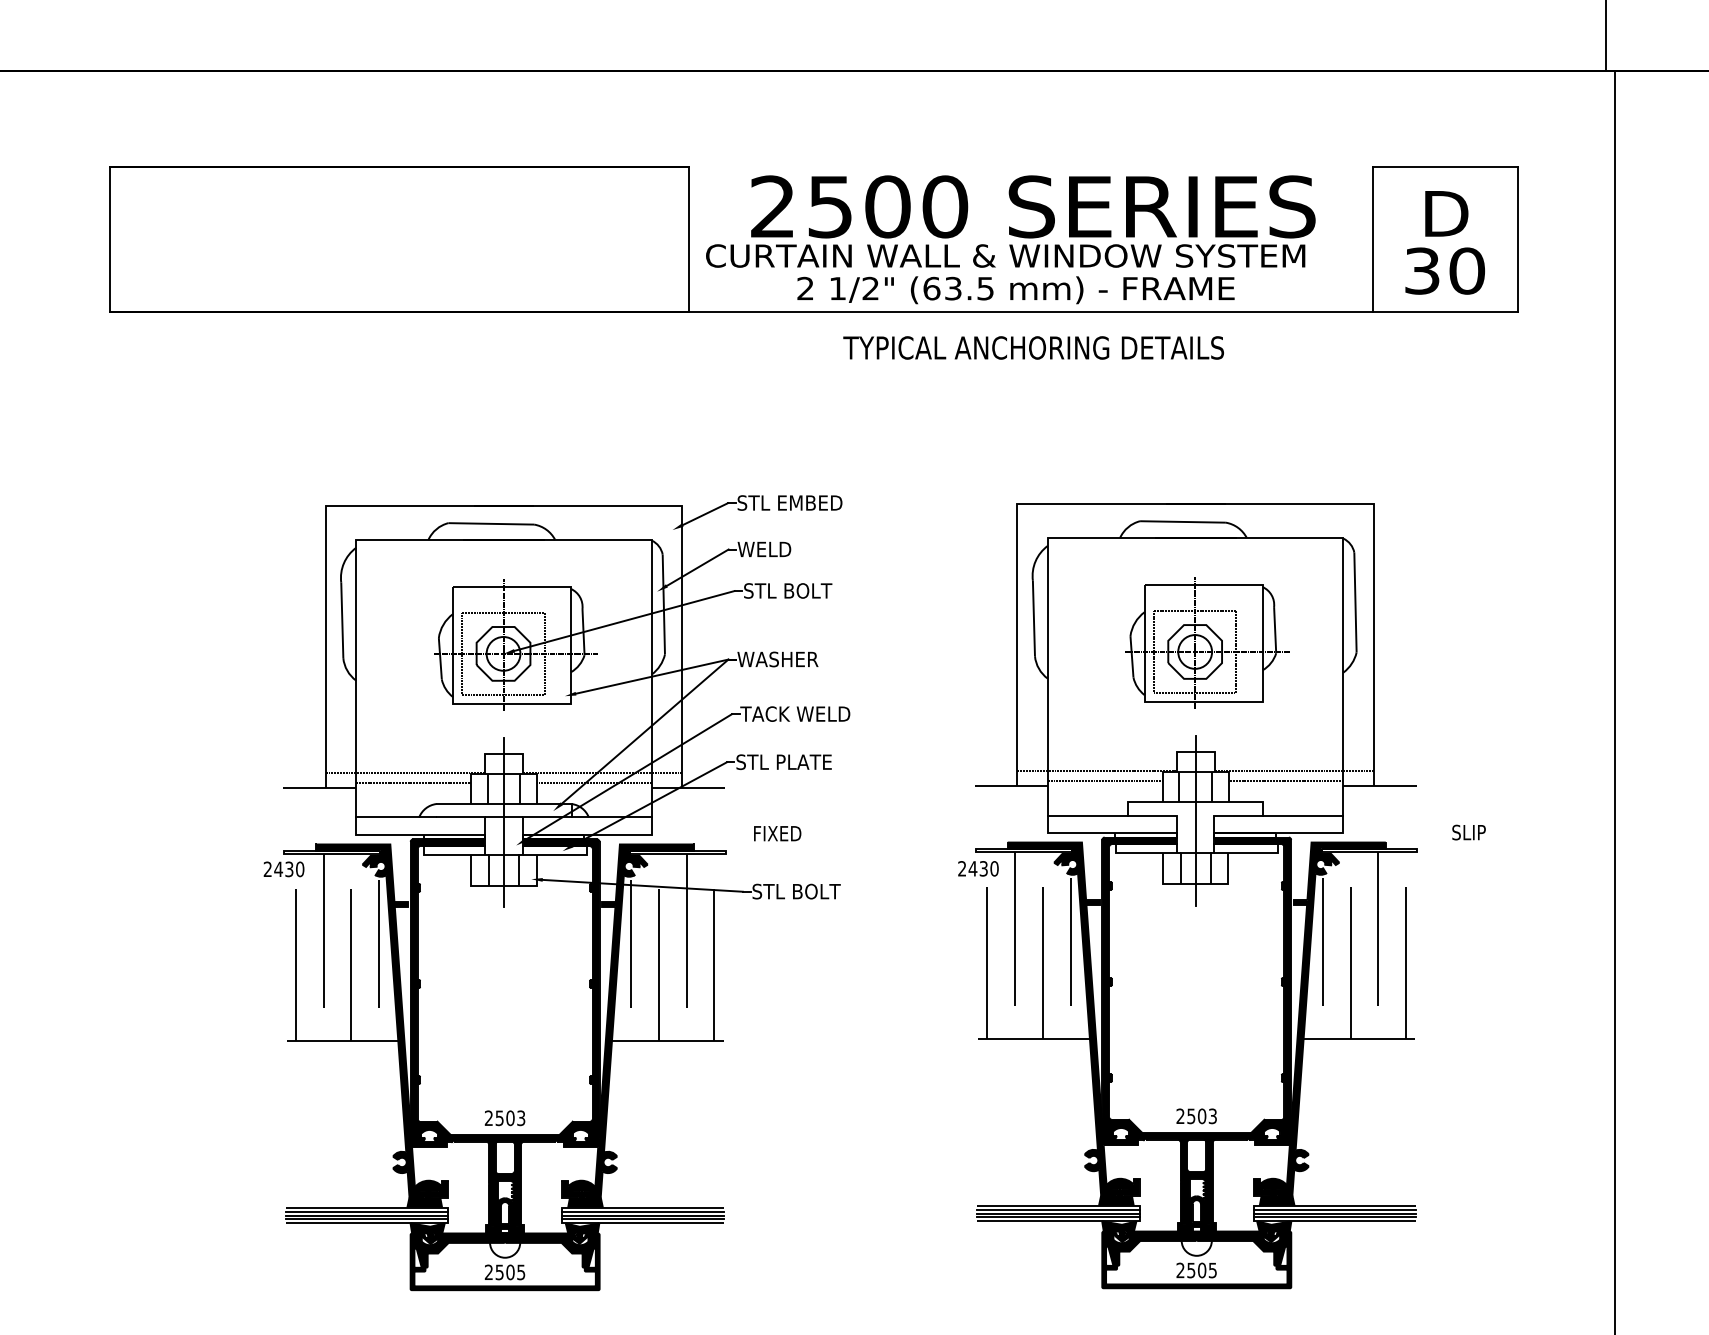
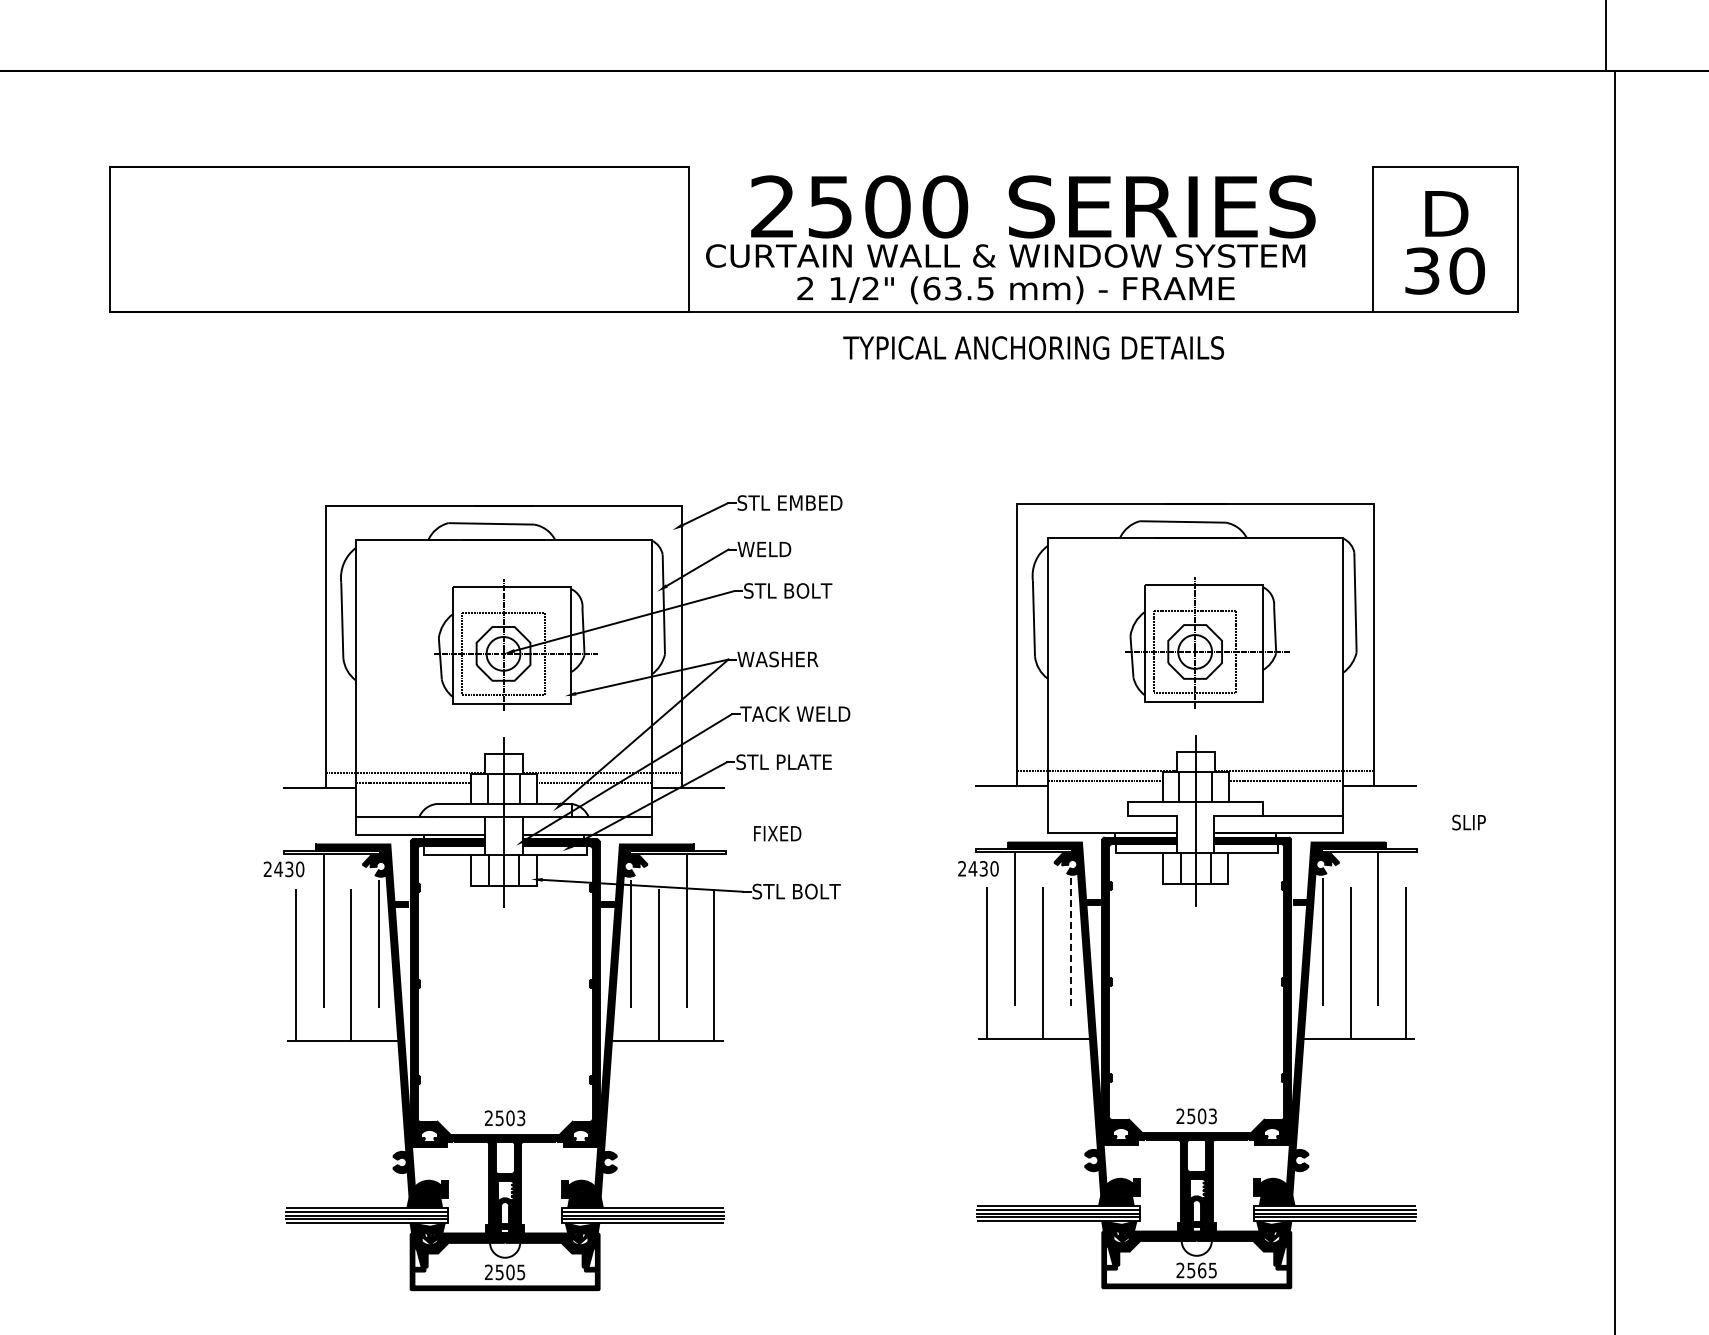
line at (1087, 815): present -> none
text at (1468, 832) position: (1468, 832) -> (1468, 822)
line at (1070, 942): solid -> dashed
text at (1202, 1269): 2505 -> 2565
